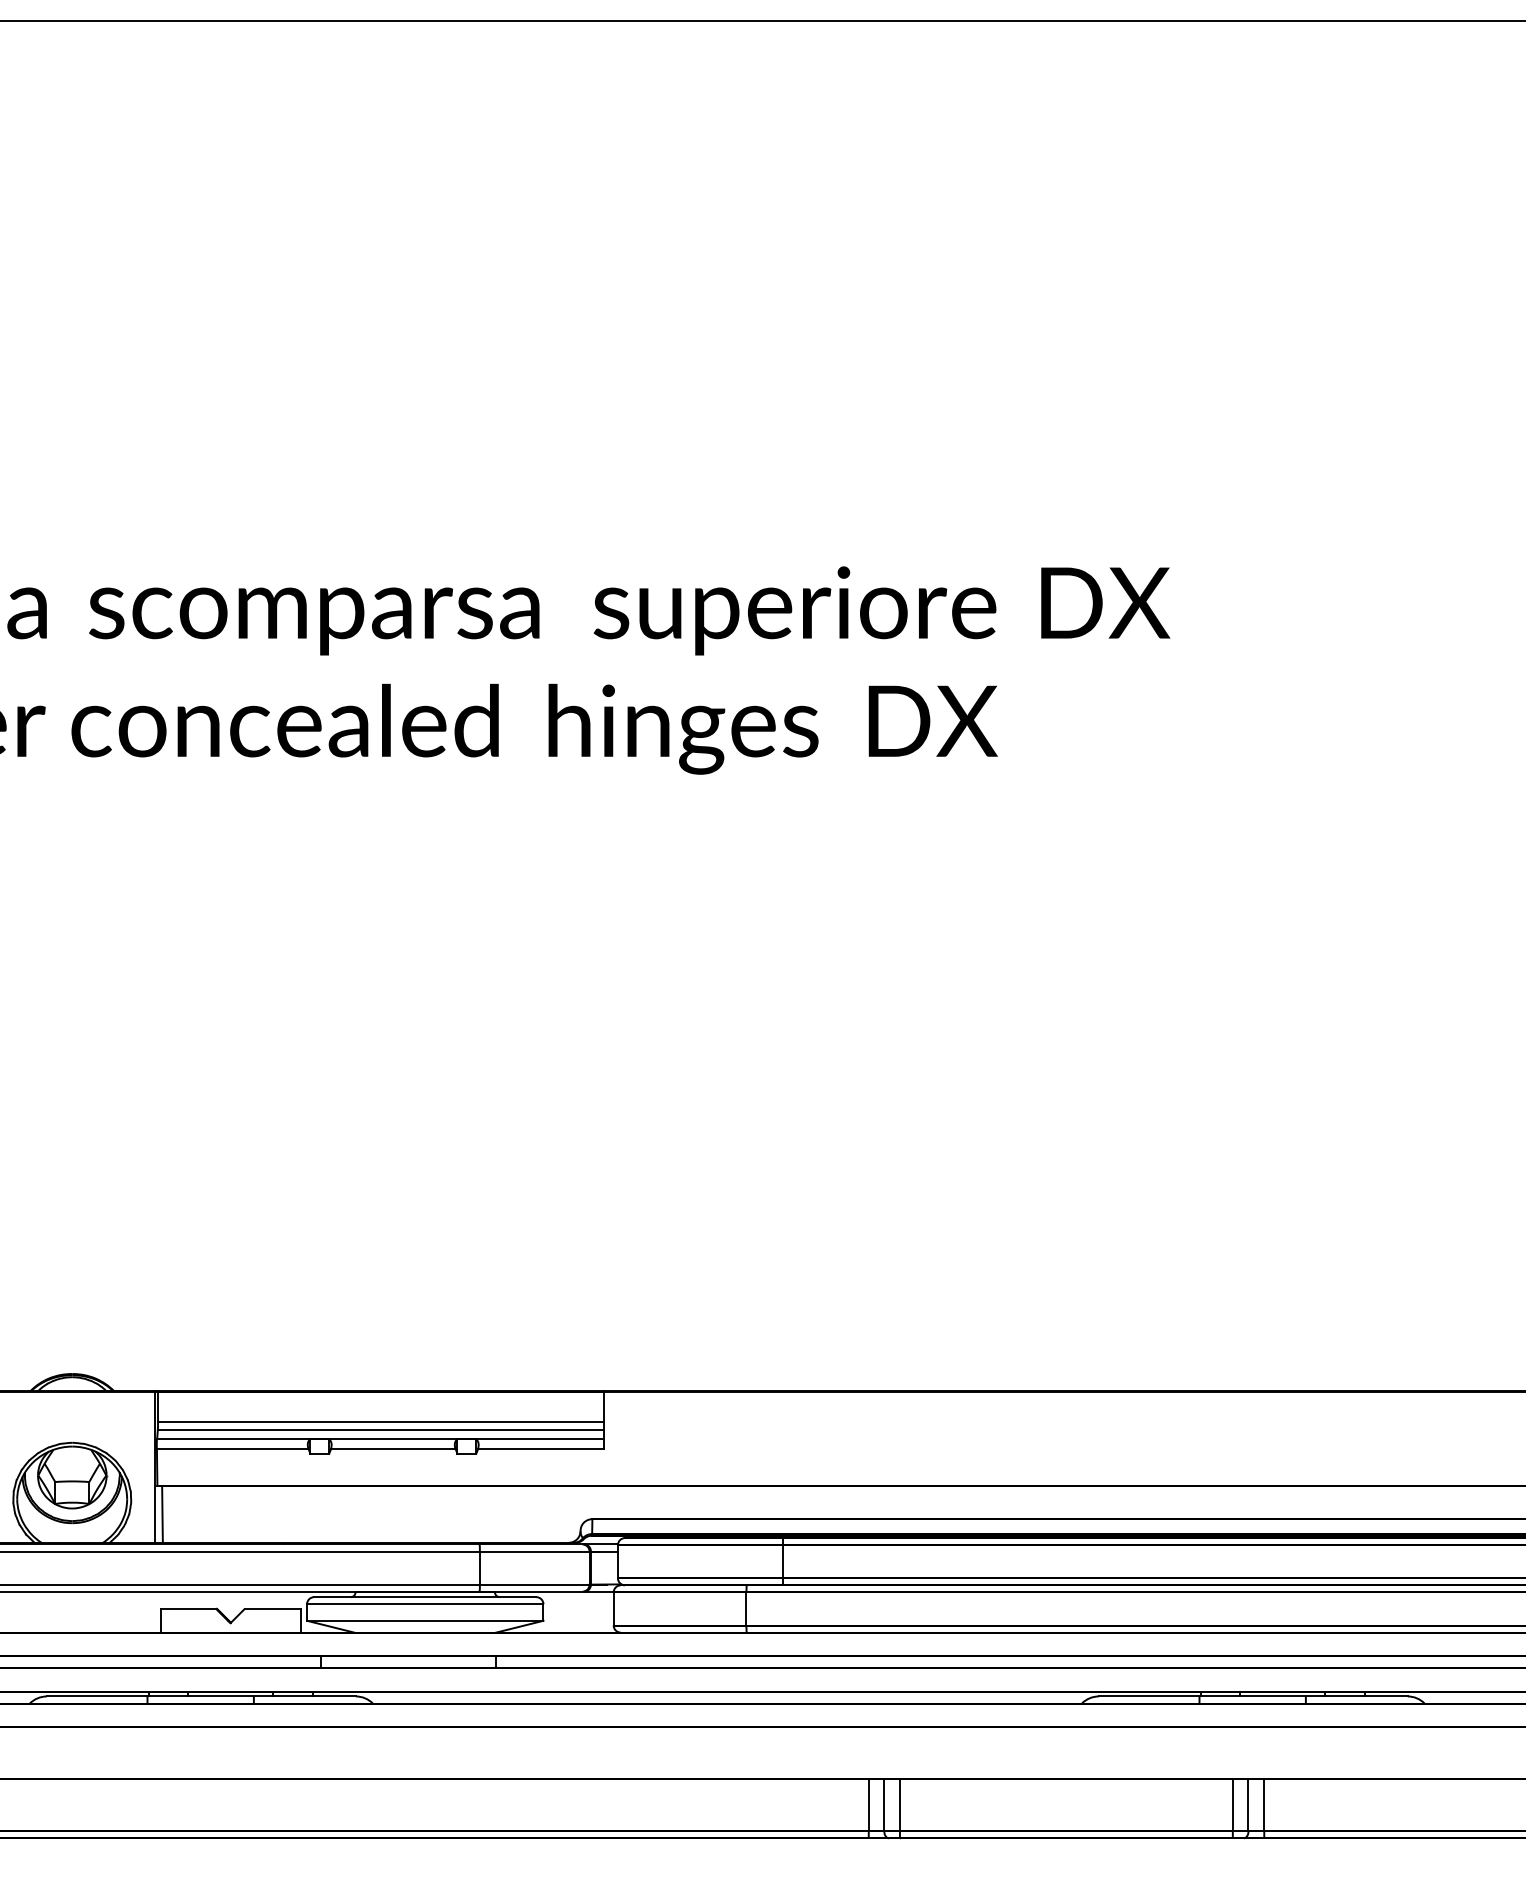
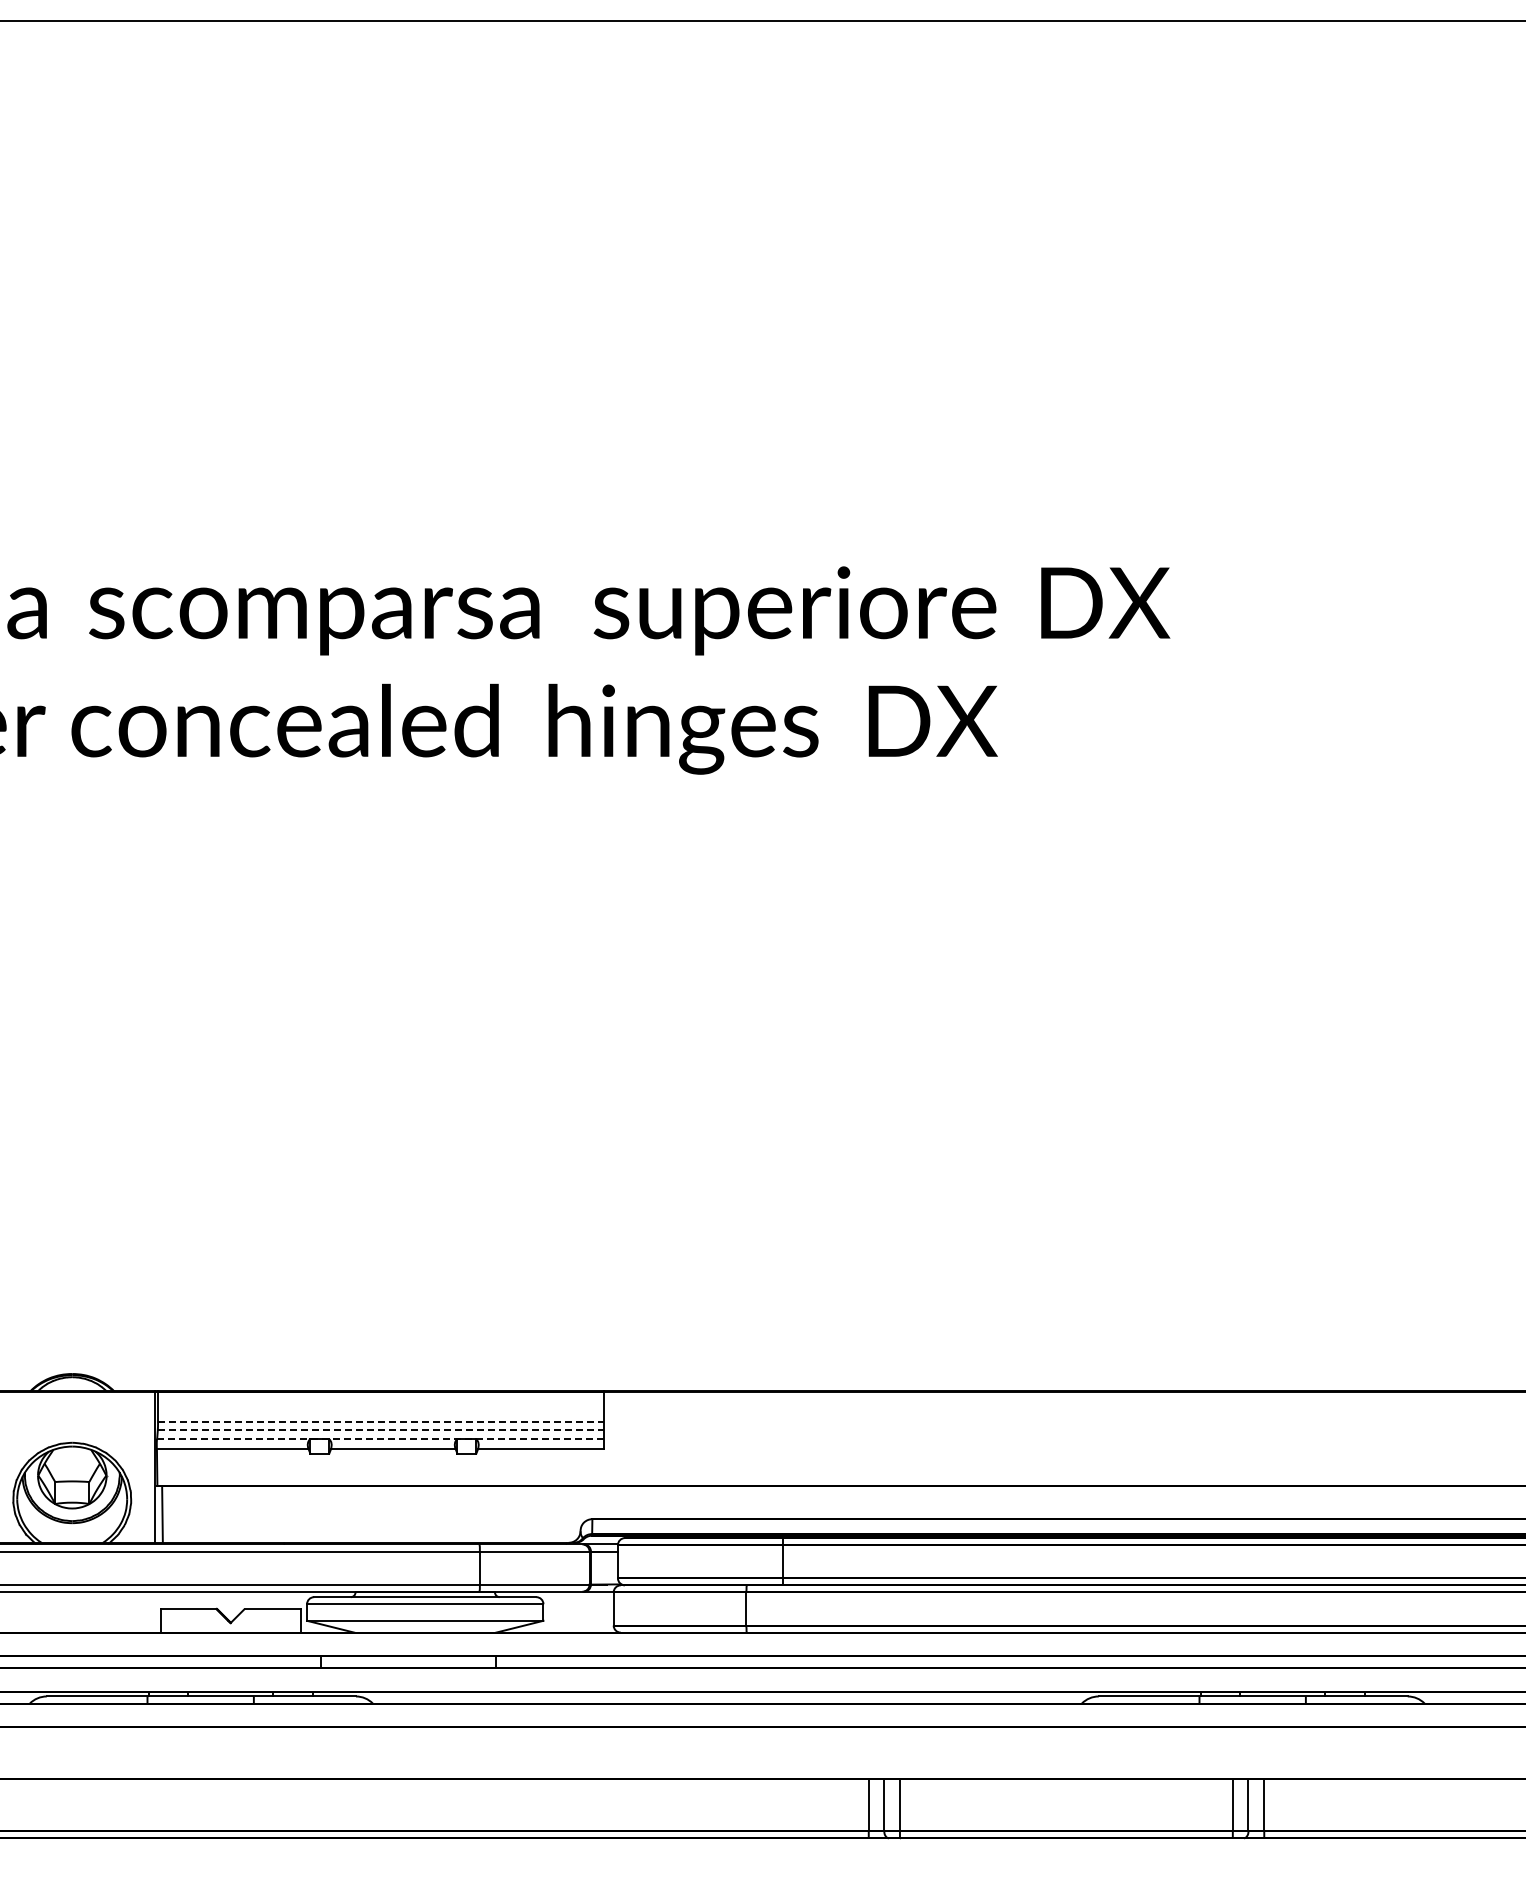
line at (381, 1422): solid -> dashed
line at (381, 1429): solid -> dashed
line at (380, 1438): solid -> dashed
